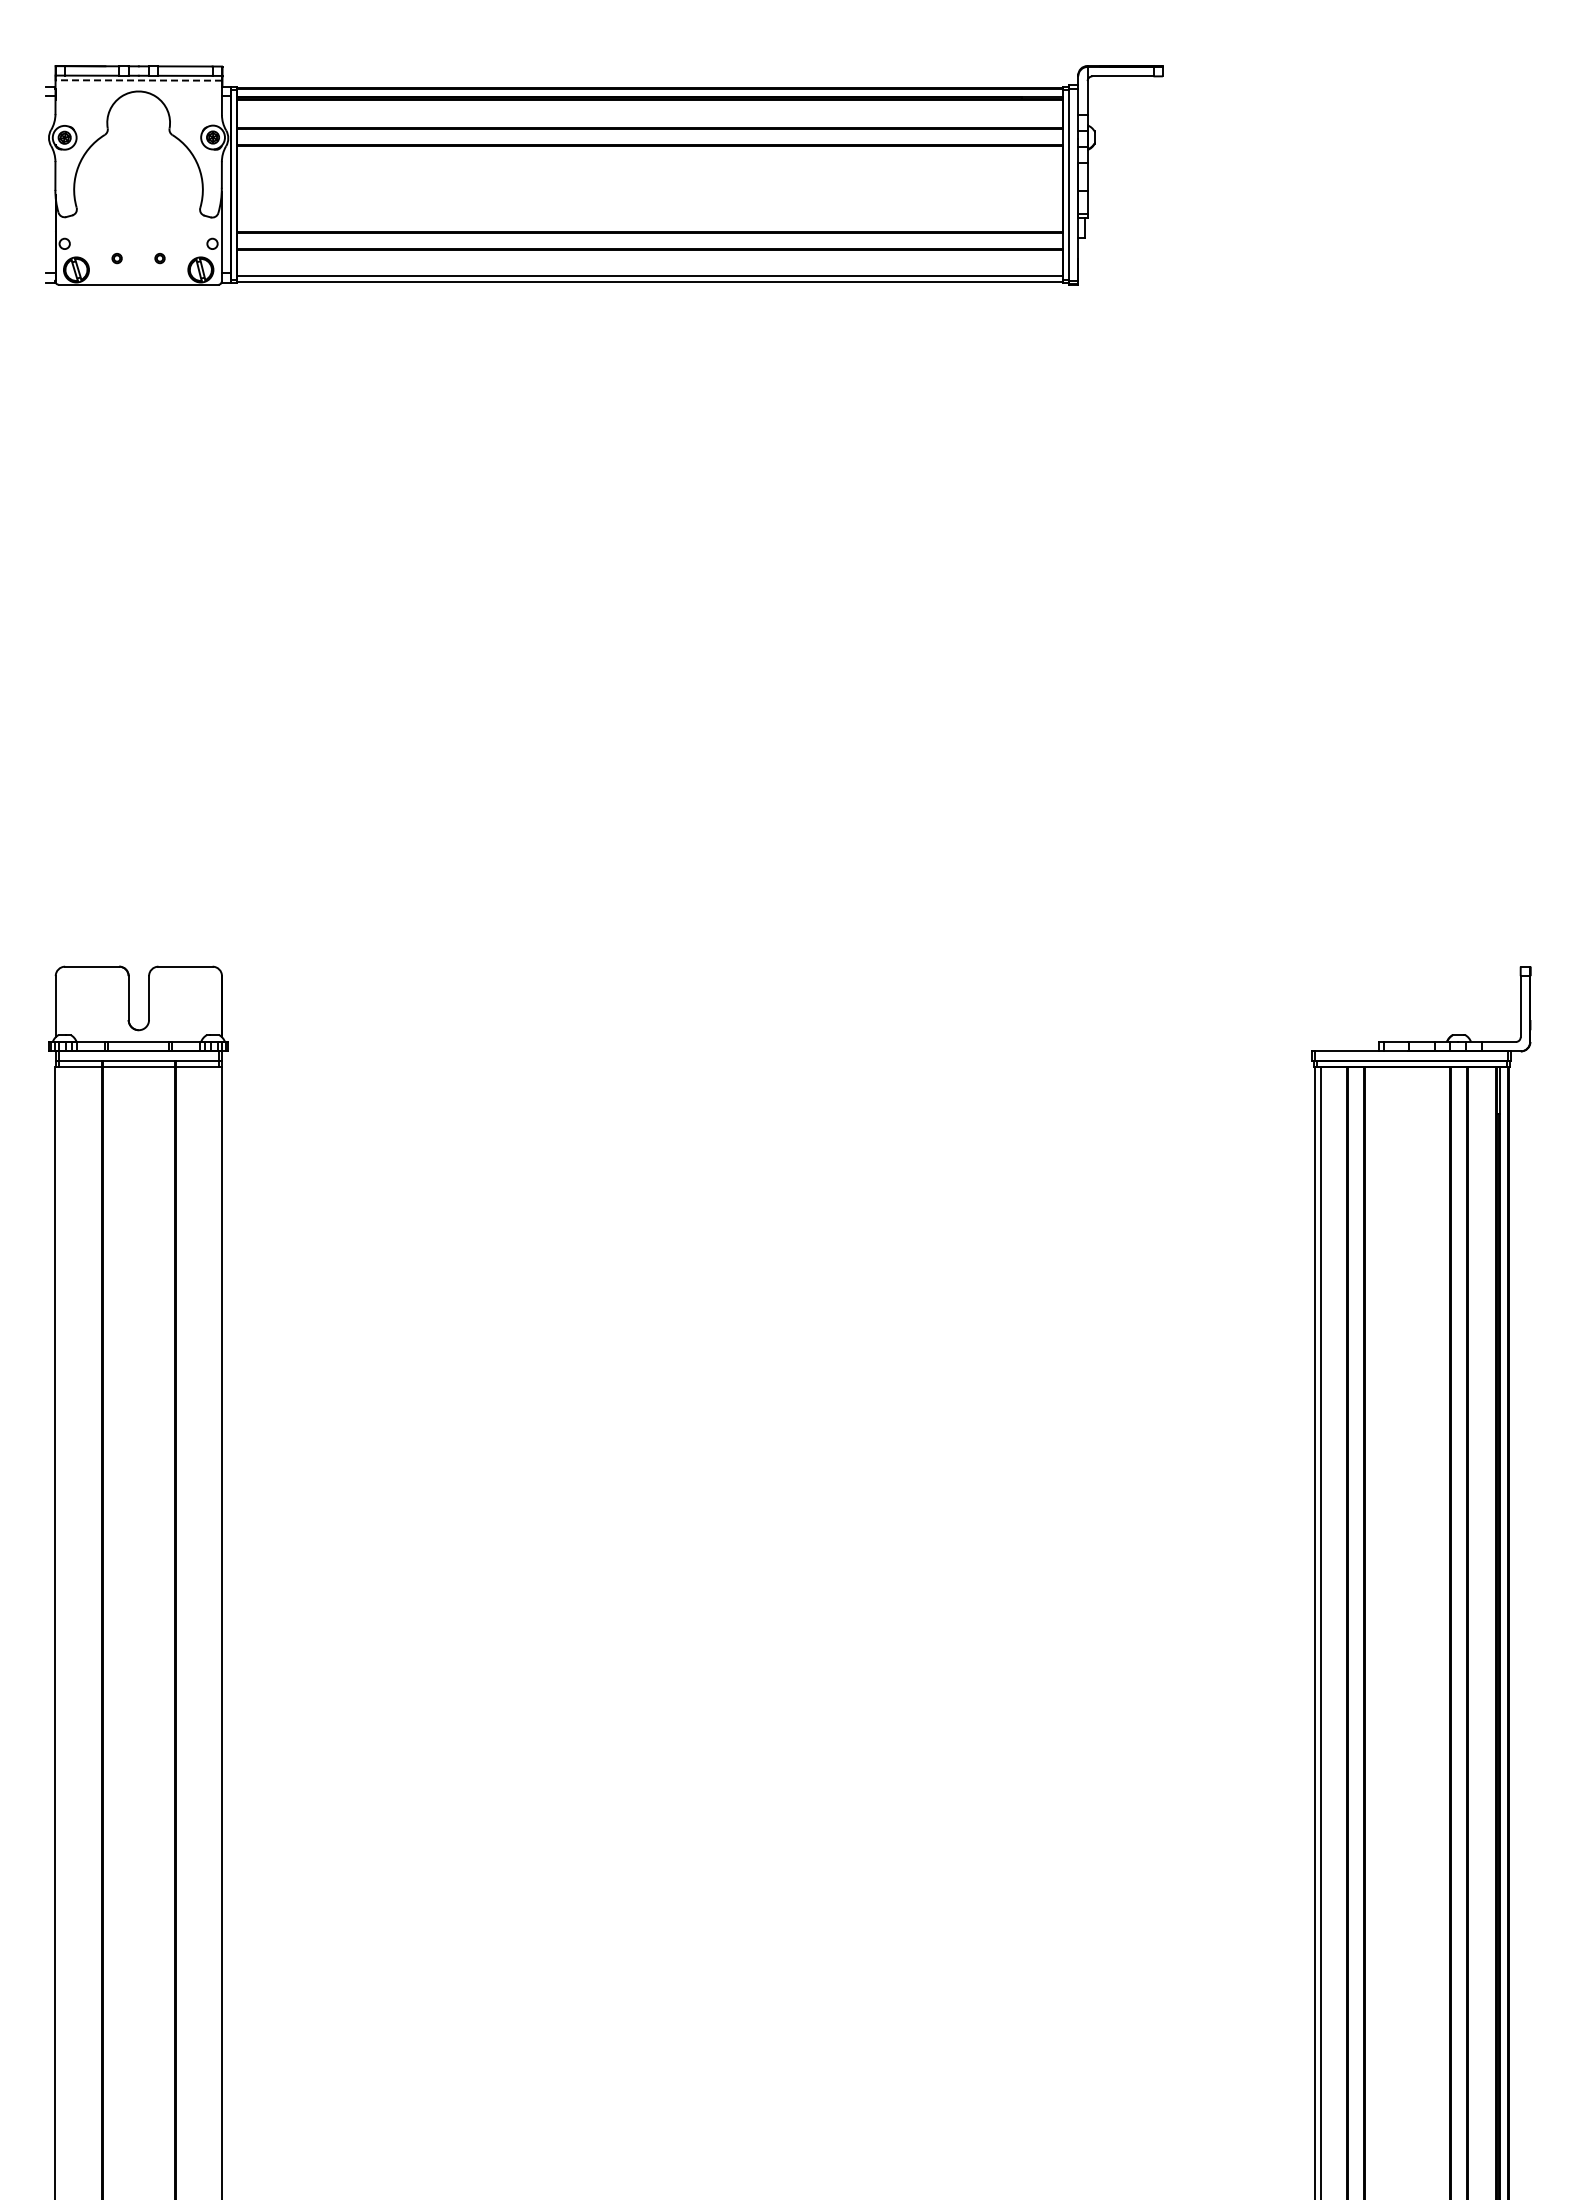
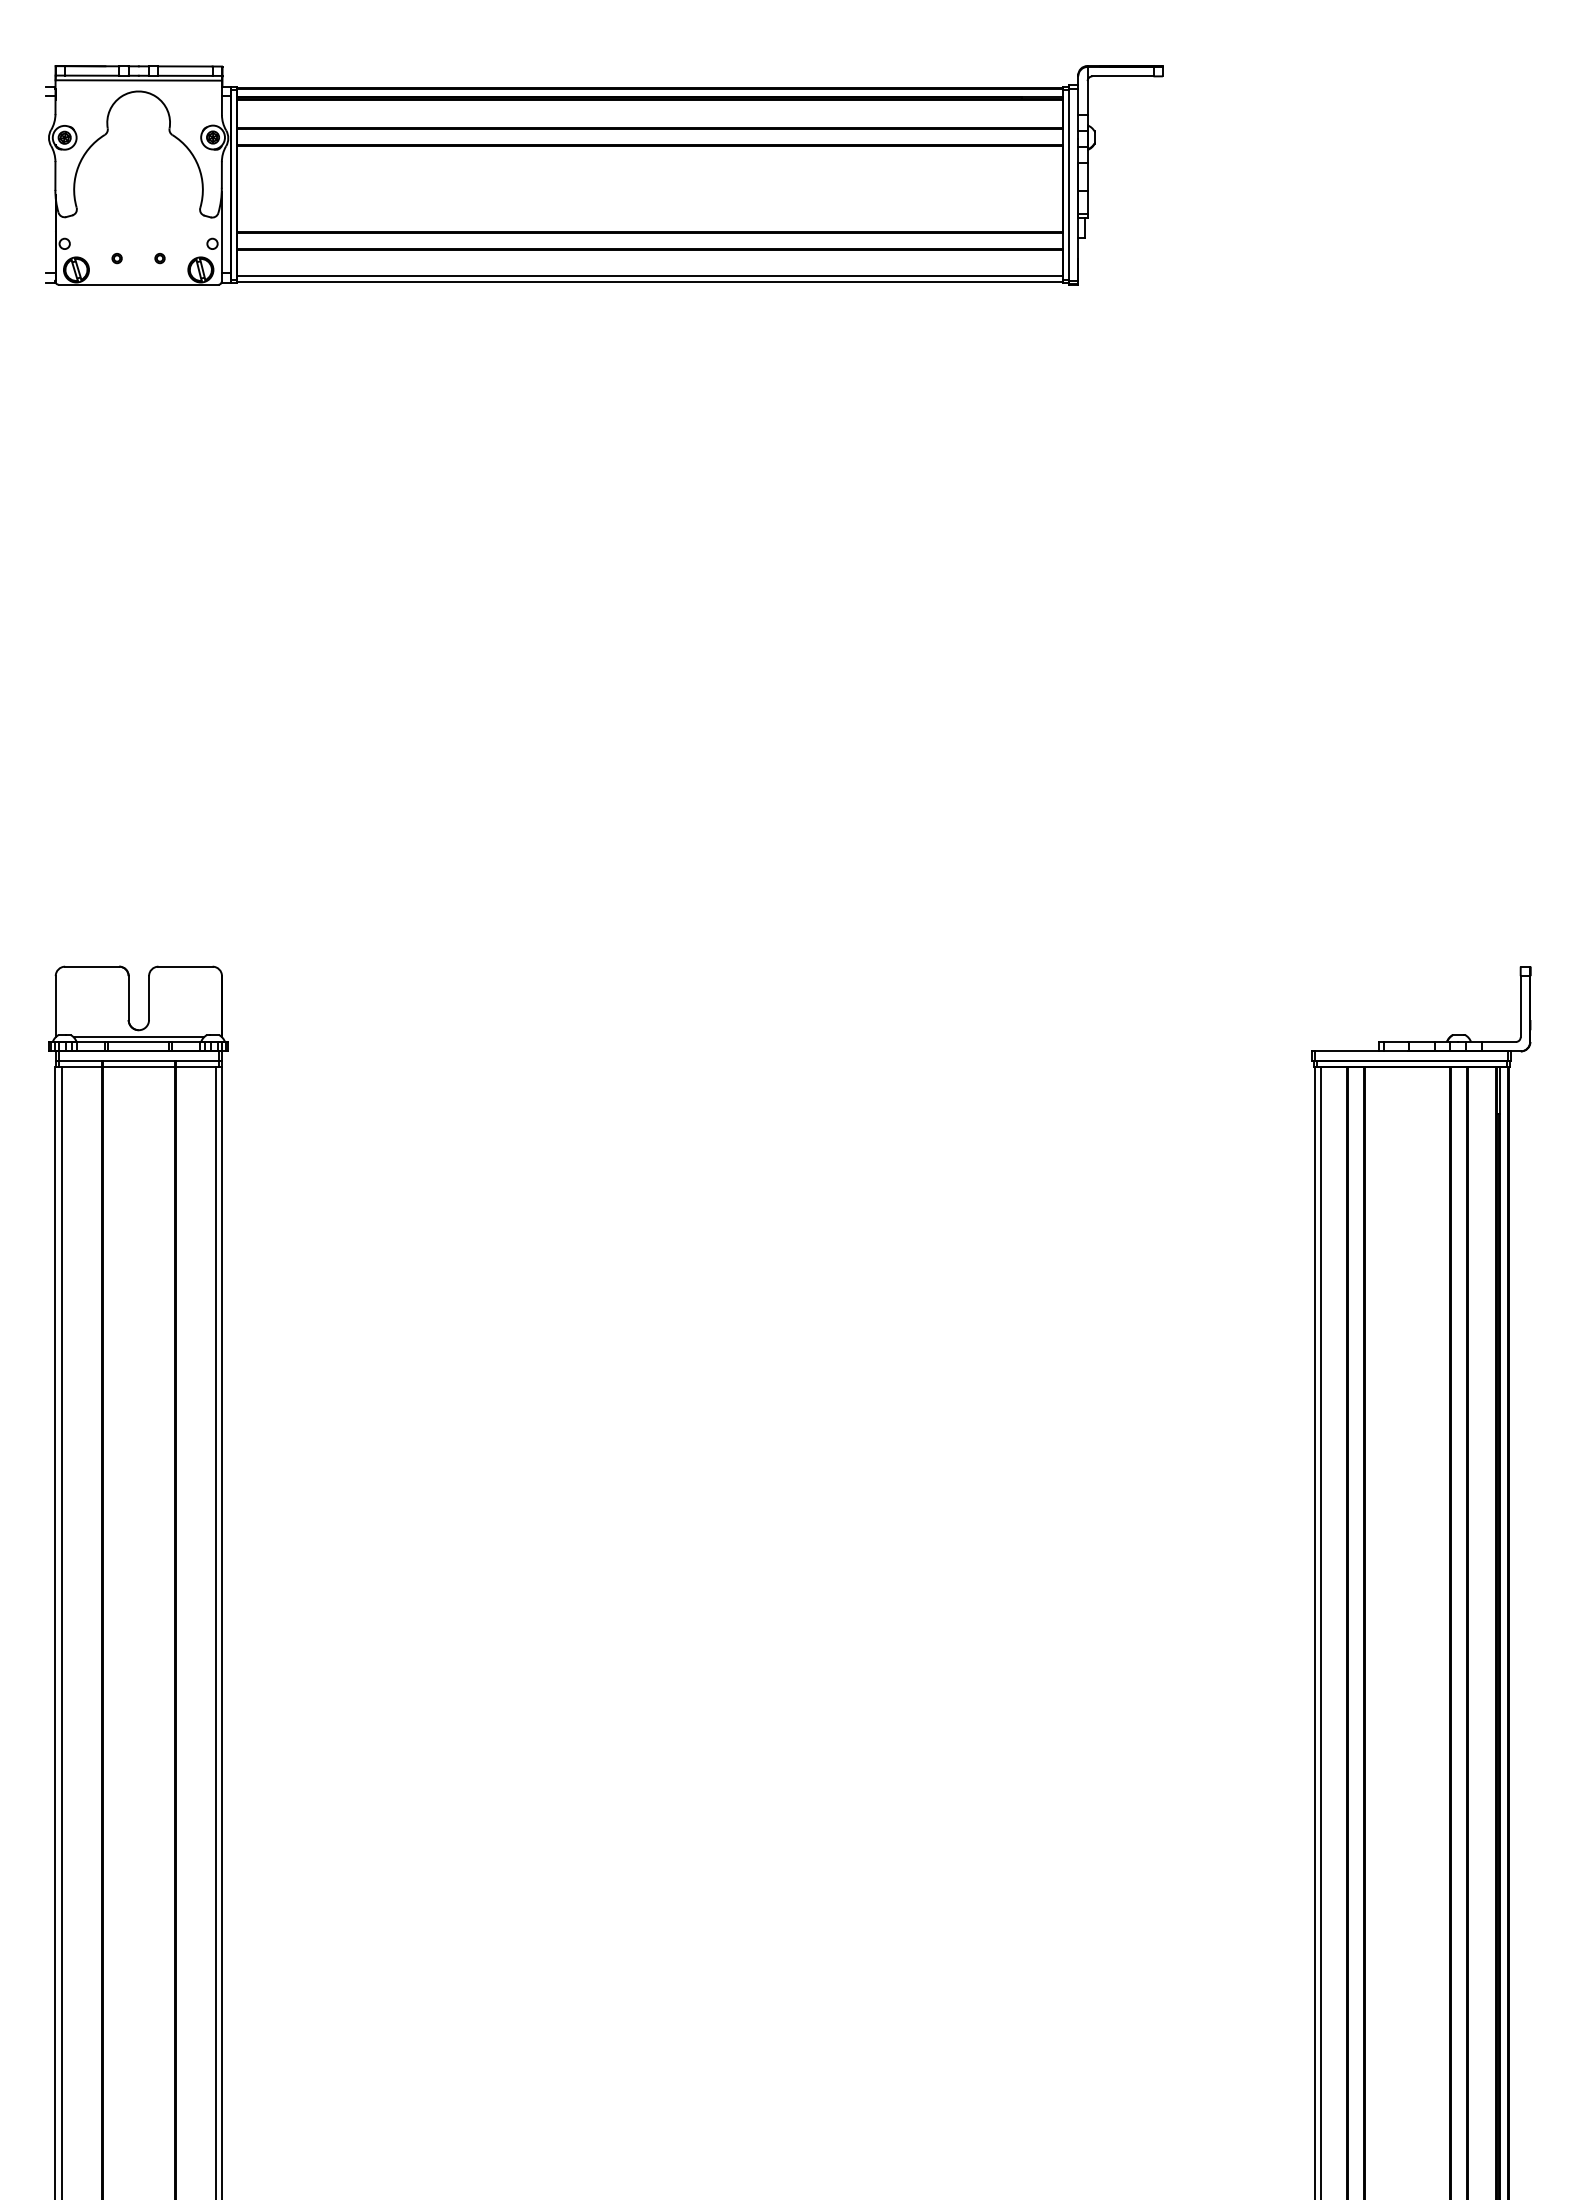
line at (138, 80): dashed -> solid
line at (138, 1037): none -> present
line at (61, 1631): none -> present
line at (215, 1631): none -> present
